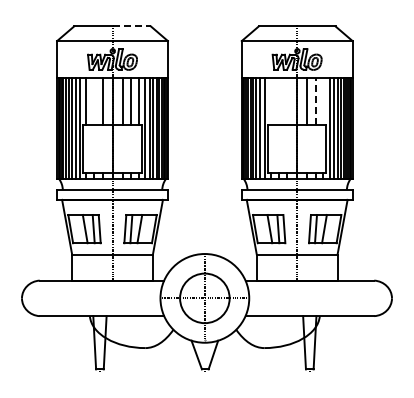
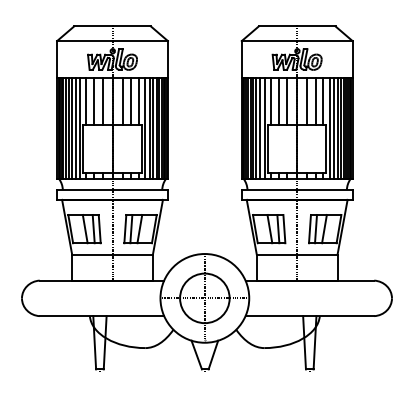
line at (132, 26): dashed -> solid
line at (93, 101): none -> present
line at (270, 101): none -> present
line at (278, 101): none -> present
line at (287, 101): none -> present
line at (315, 101): dashed -> solid
line at (323, 101): none -> present
